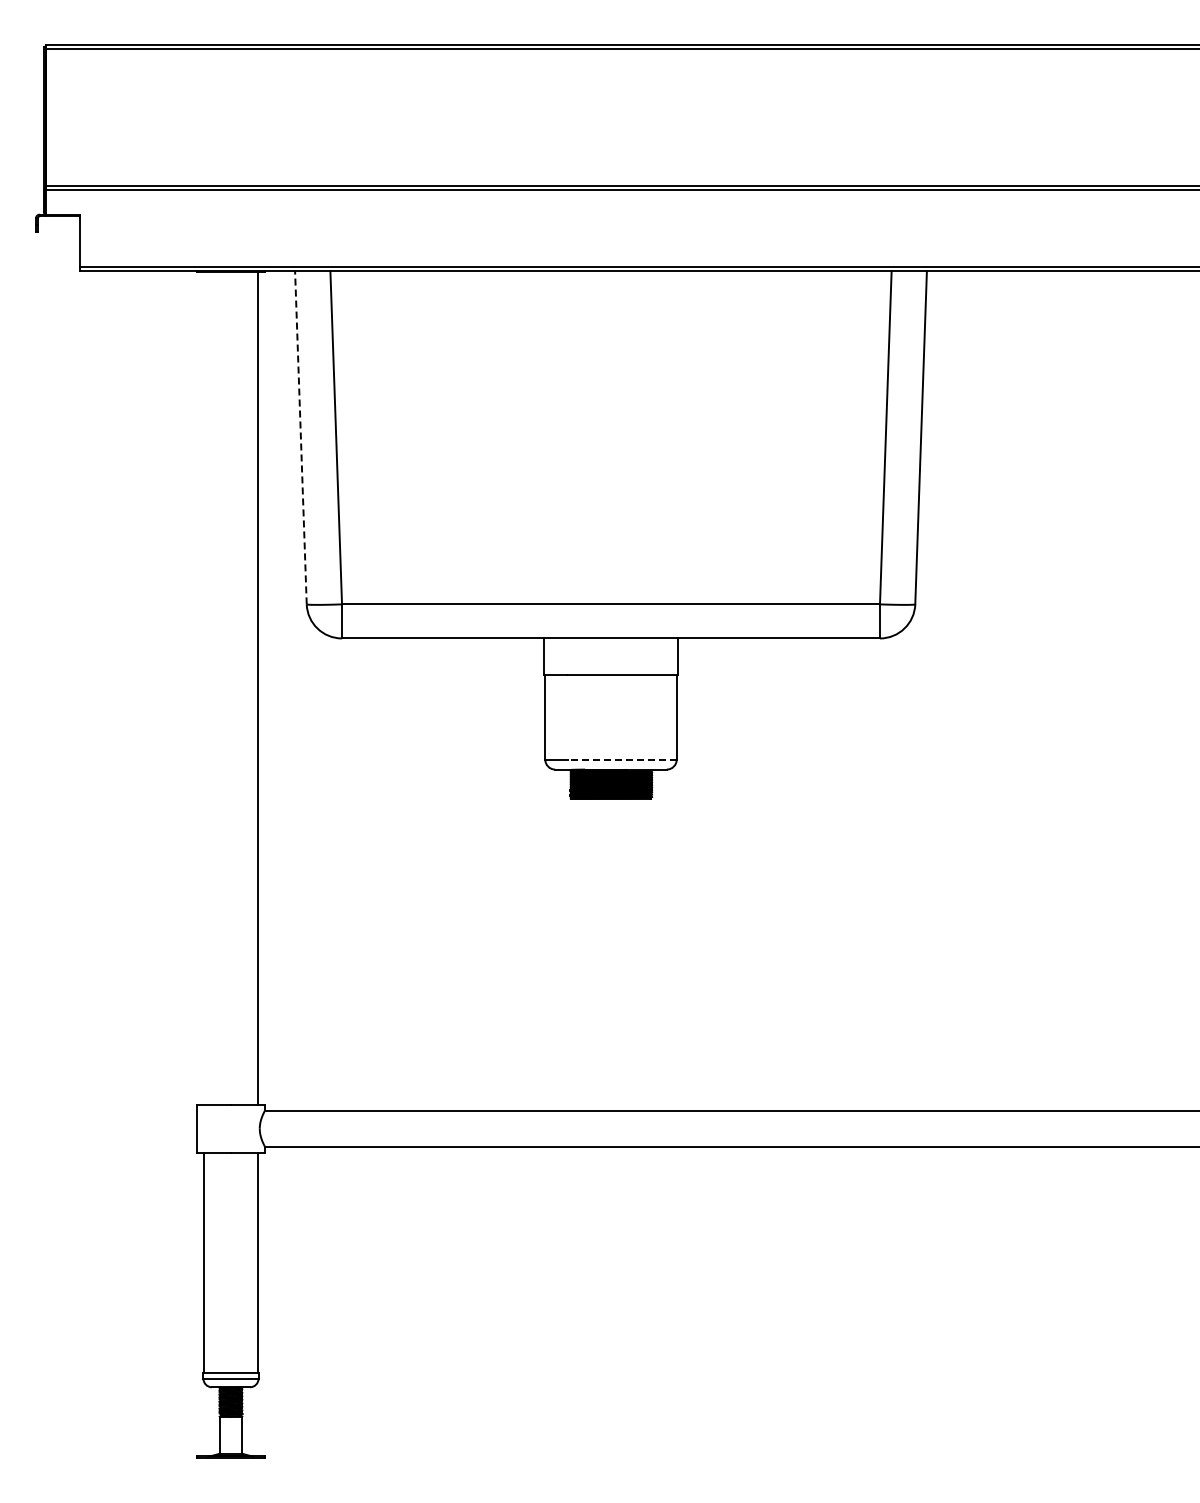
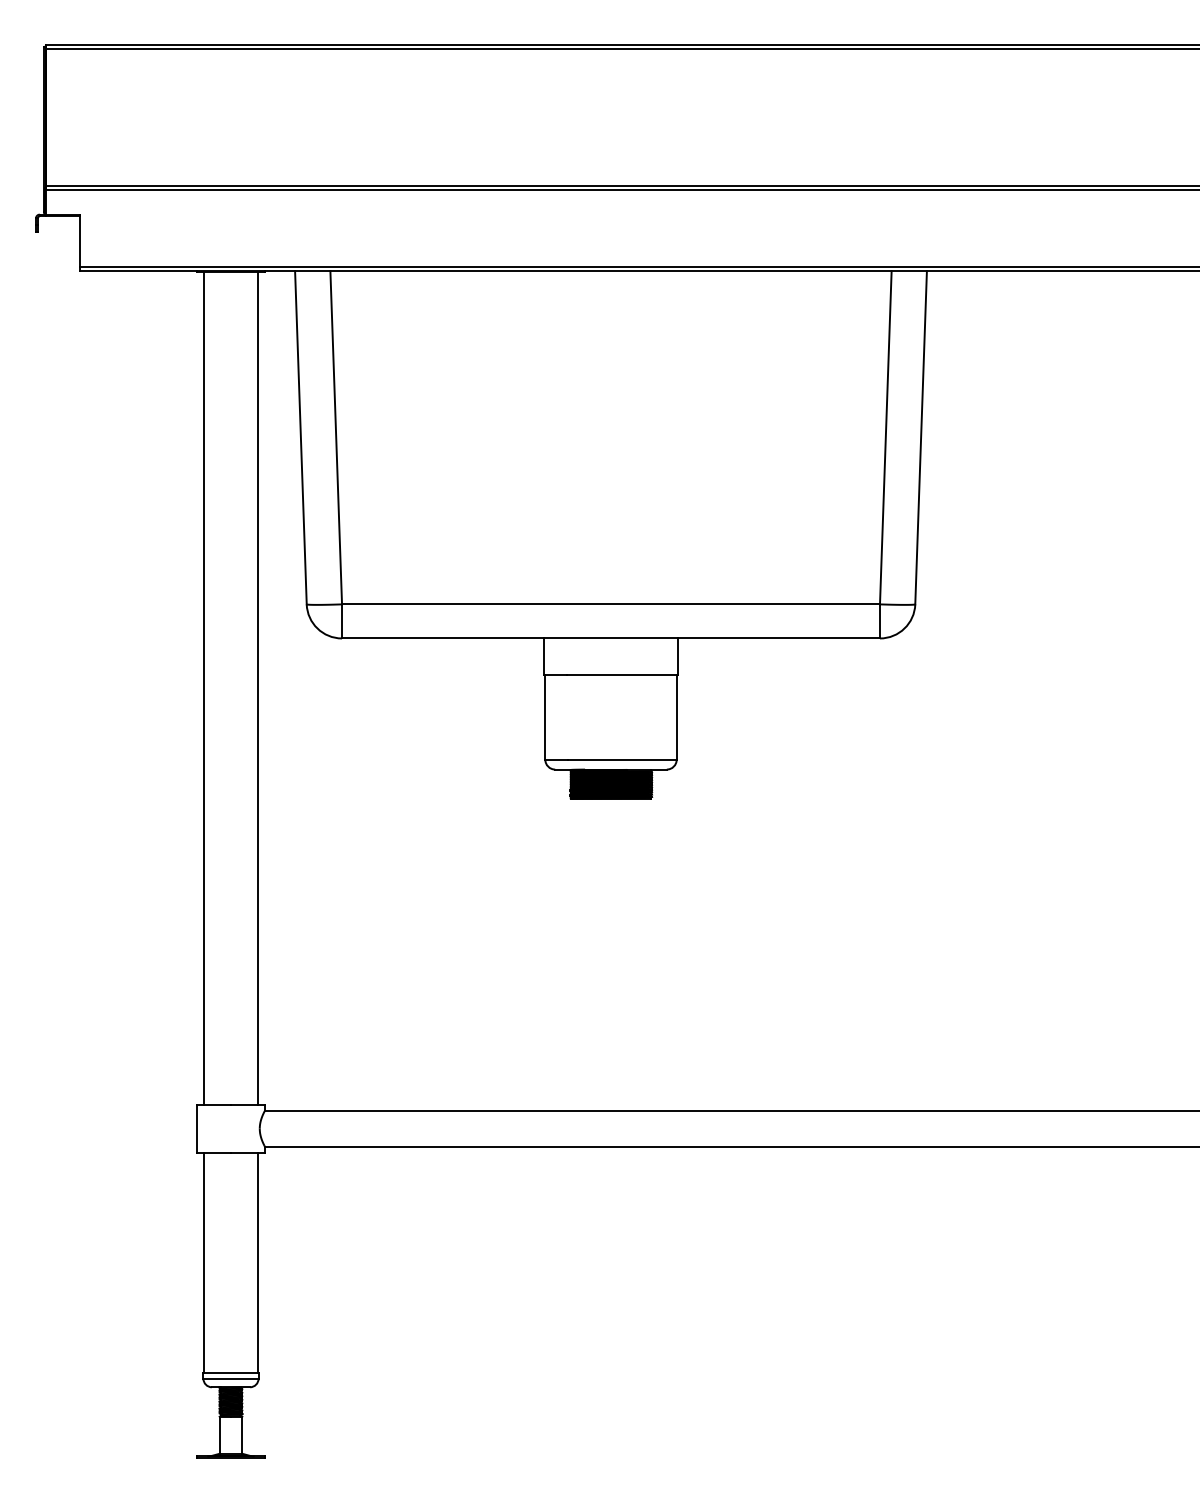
line at (300, 437): dashed -> solid
line at (204, 687): none -> present
line at (621, 759): dashed -> solid
